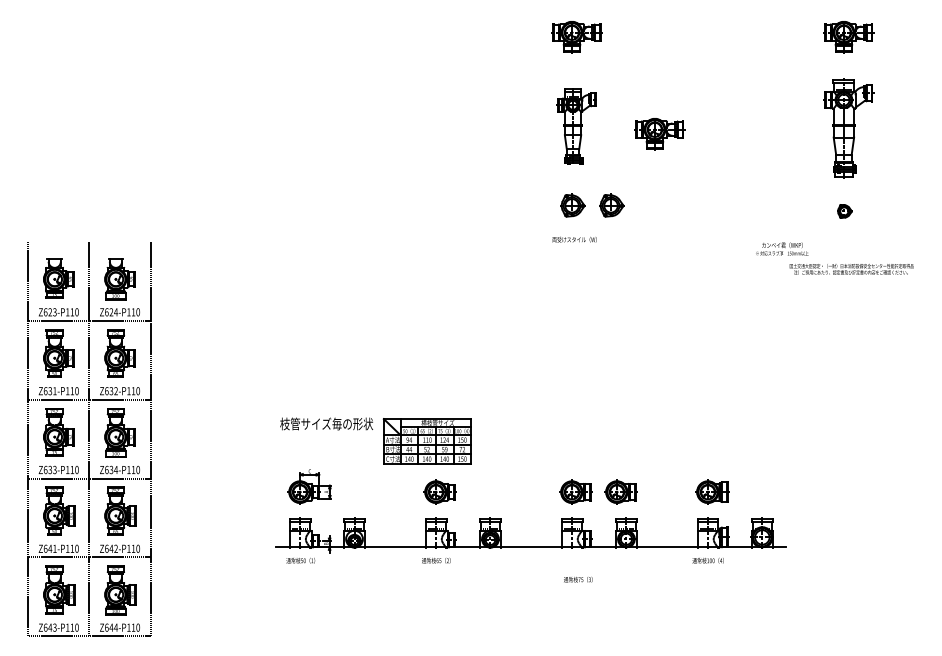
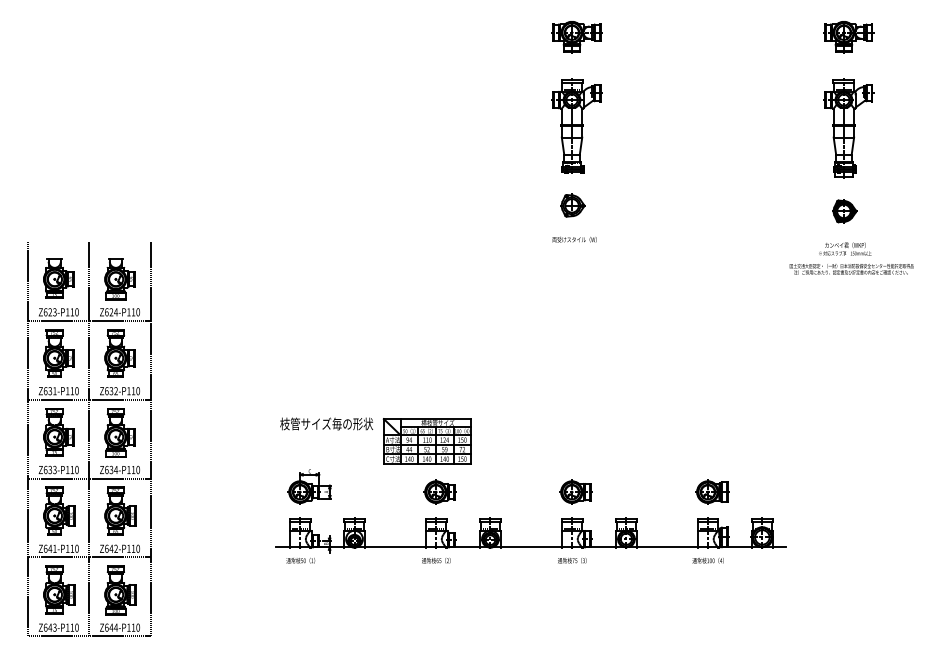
part at (576, 126) size: 41x77 px -> 52x96 px
part at (659, 134): present -> none
part at (611, 205): present -> none
part at (844, 211) size: 16x15 px -> 26x25 px
text at (782, 248) position: (782, 248) -> (845, 248)
part at (620, 491): present -> none
text at (578, 579) position: (578, 579) -> (572, 560)
